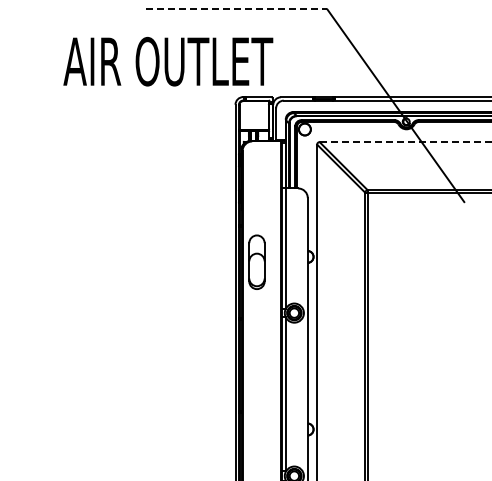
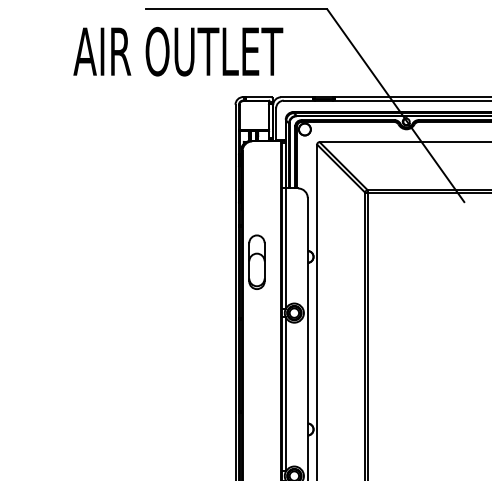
line at (236, 9): dashed -> solid
text at (168, 61) position: (168, 61) -> (178, 51)
line at (405, 142): dashed -> solid
